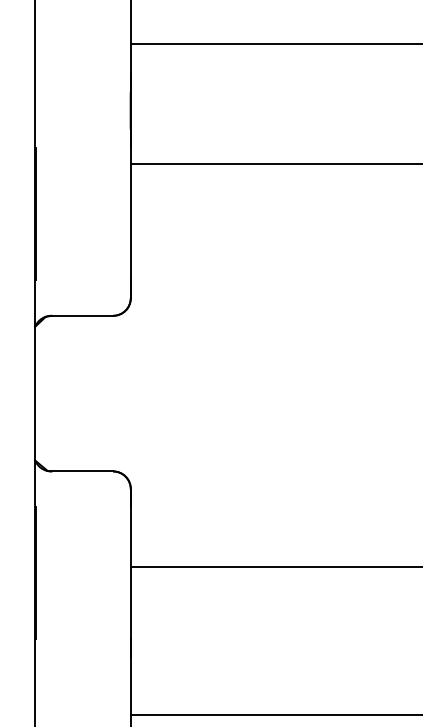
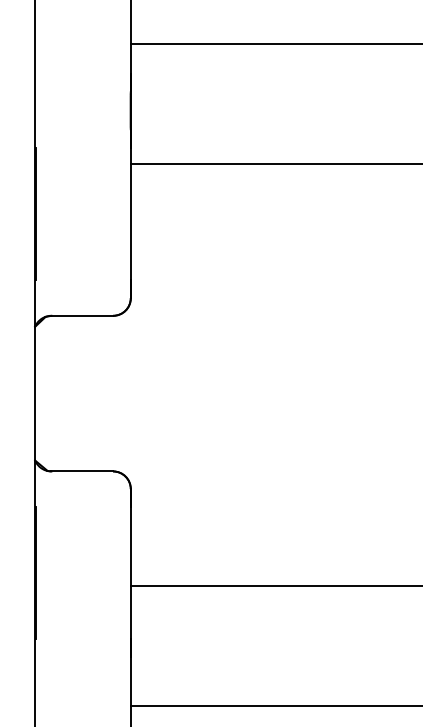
line at (274, 566) position: (274, 566) -> (274, 585)
line at (274, 714) position: (274, 714) -> (274, 705)
